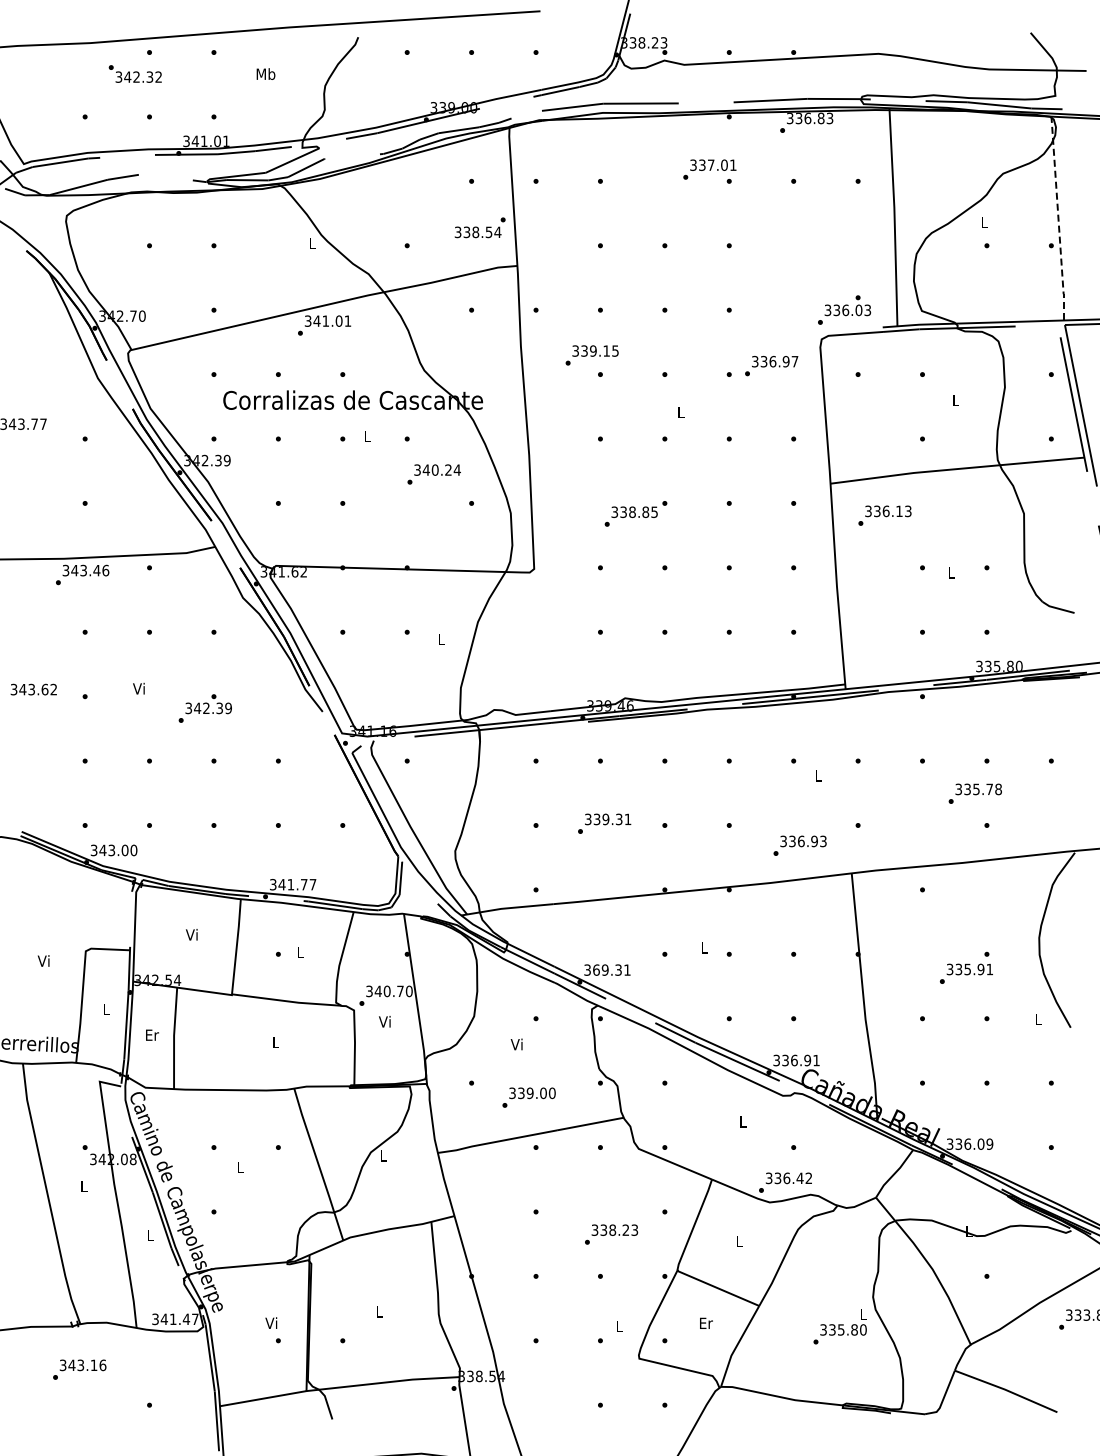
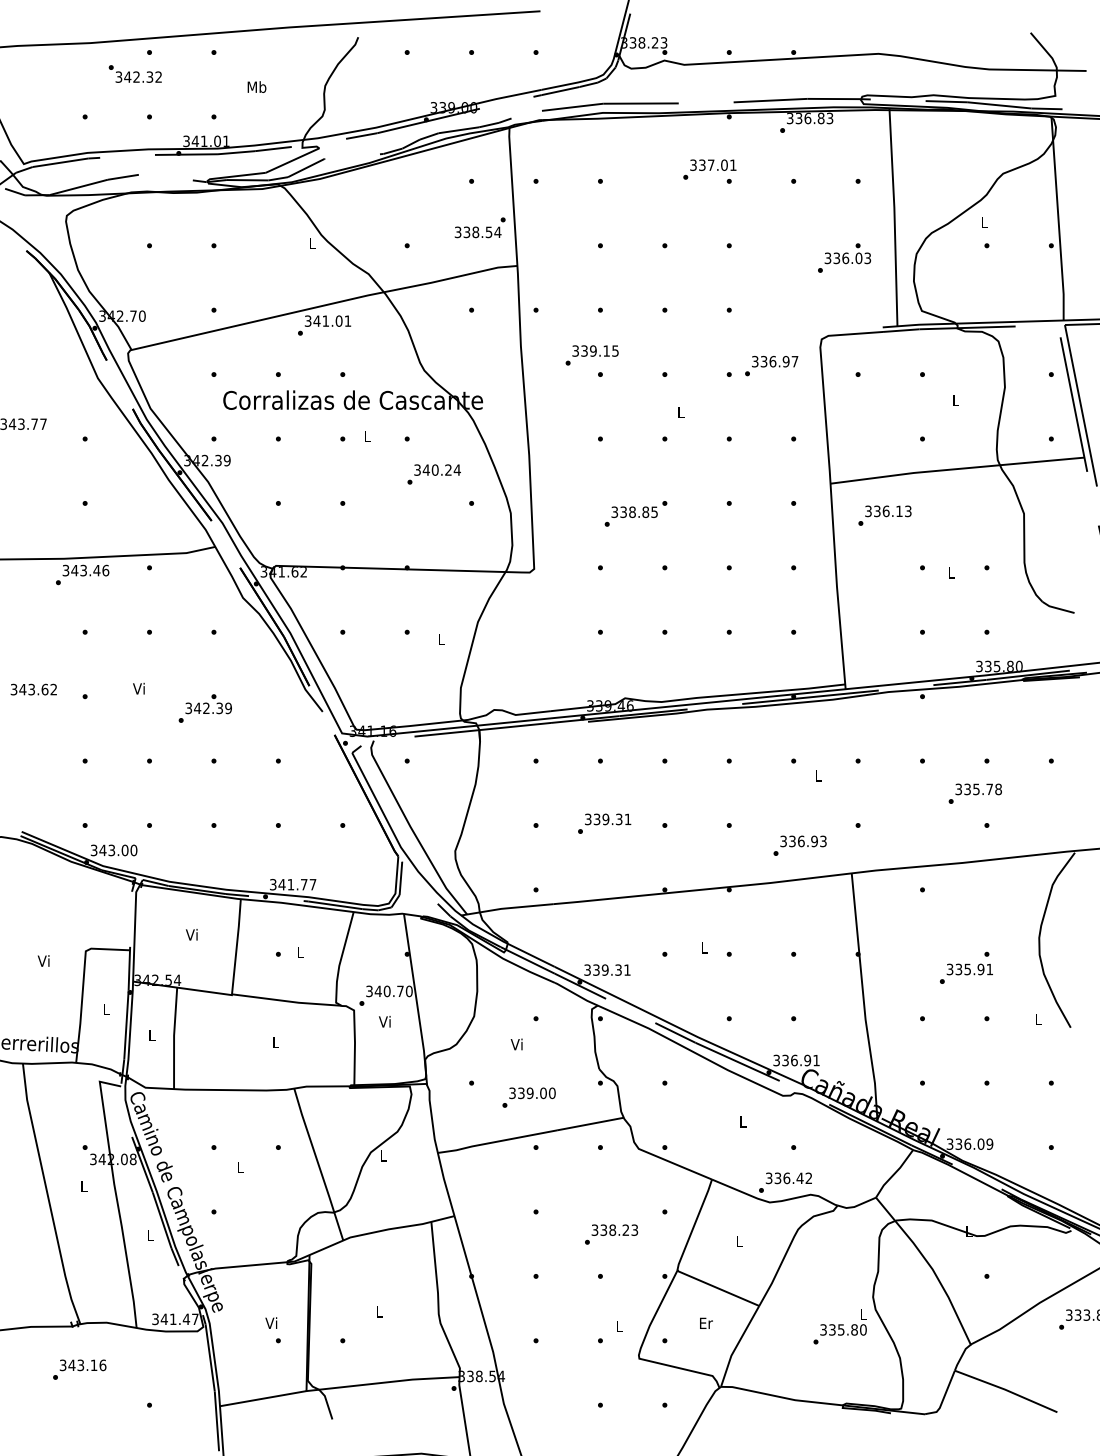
text at (265, 73) position: (265, 73) -> (256, 86)
line at (1058, 219): dashed -> solid
text at (844, 309) position: (844, 309) -> (844, 257)
text at (596, 969): 369.31 -> 339.31
text at (152, 1034): Er -> L
